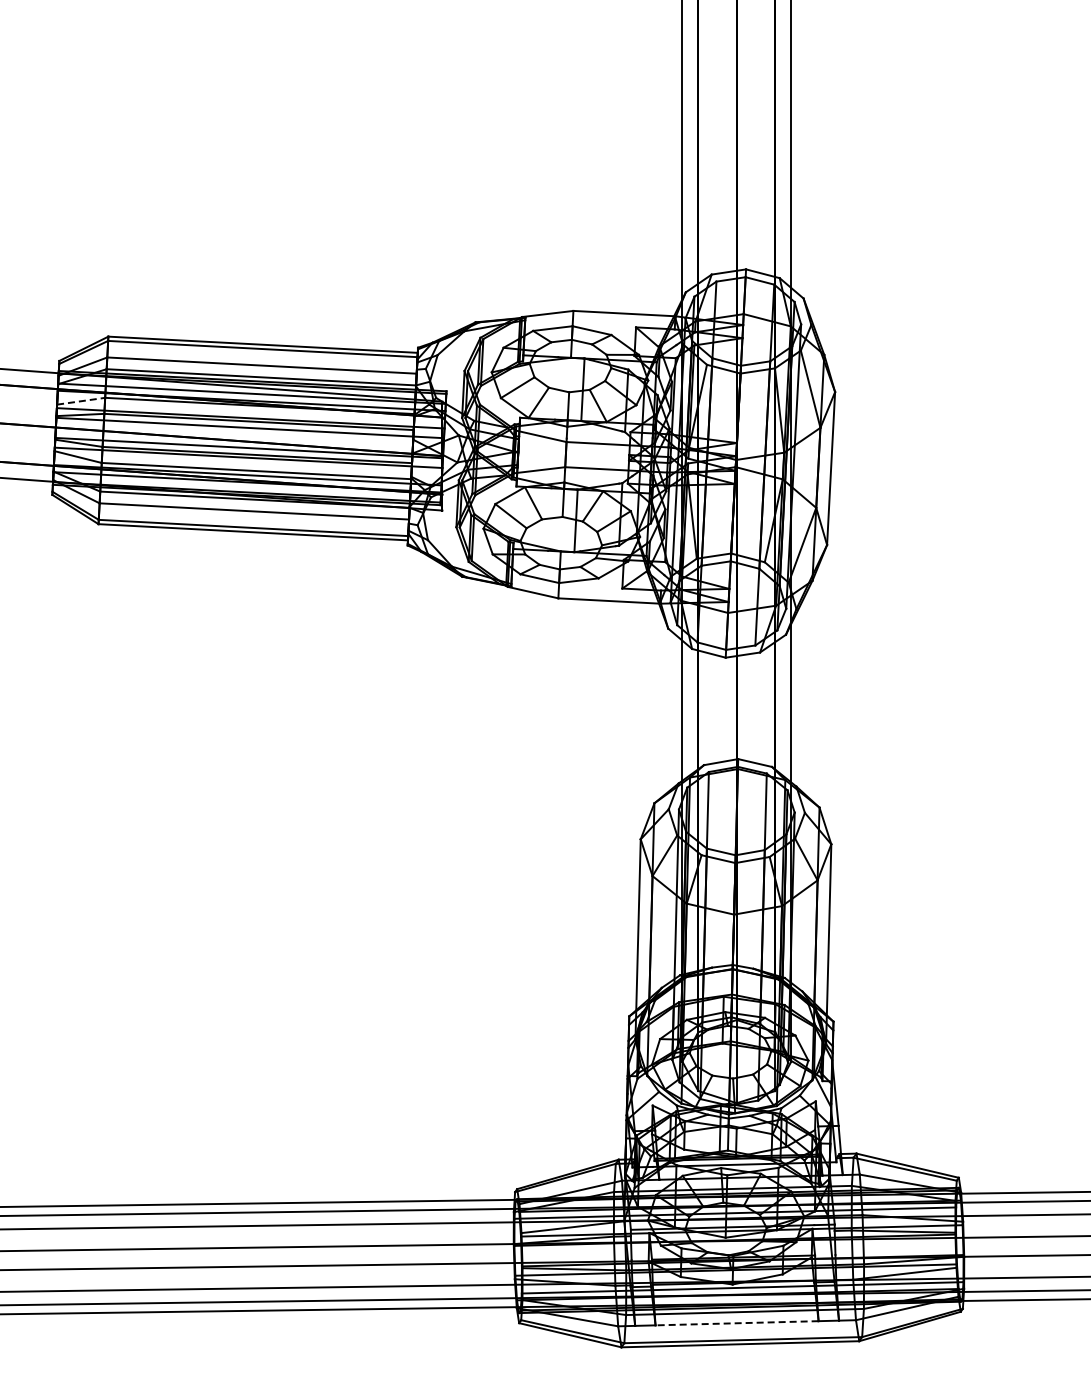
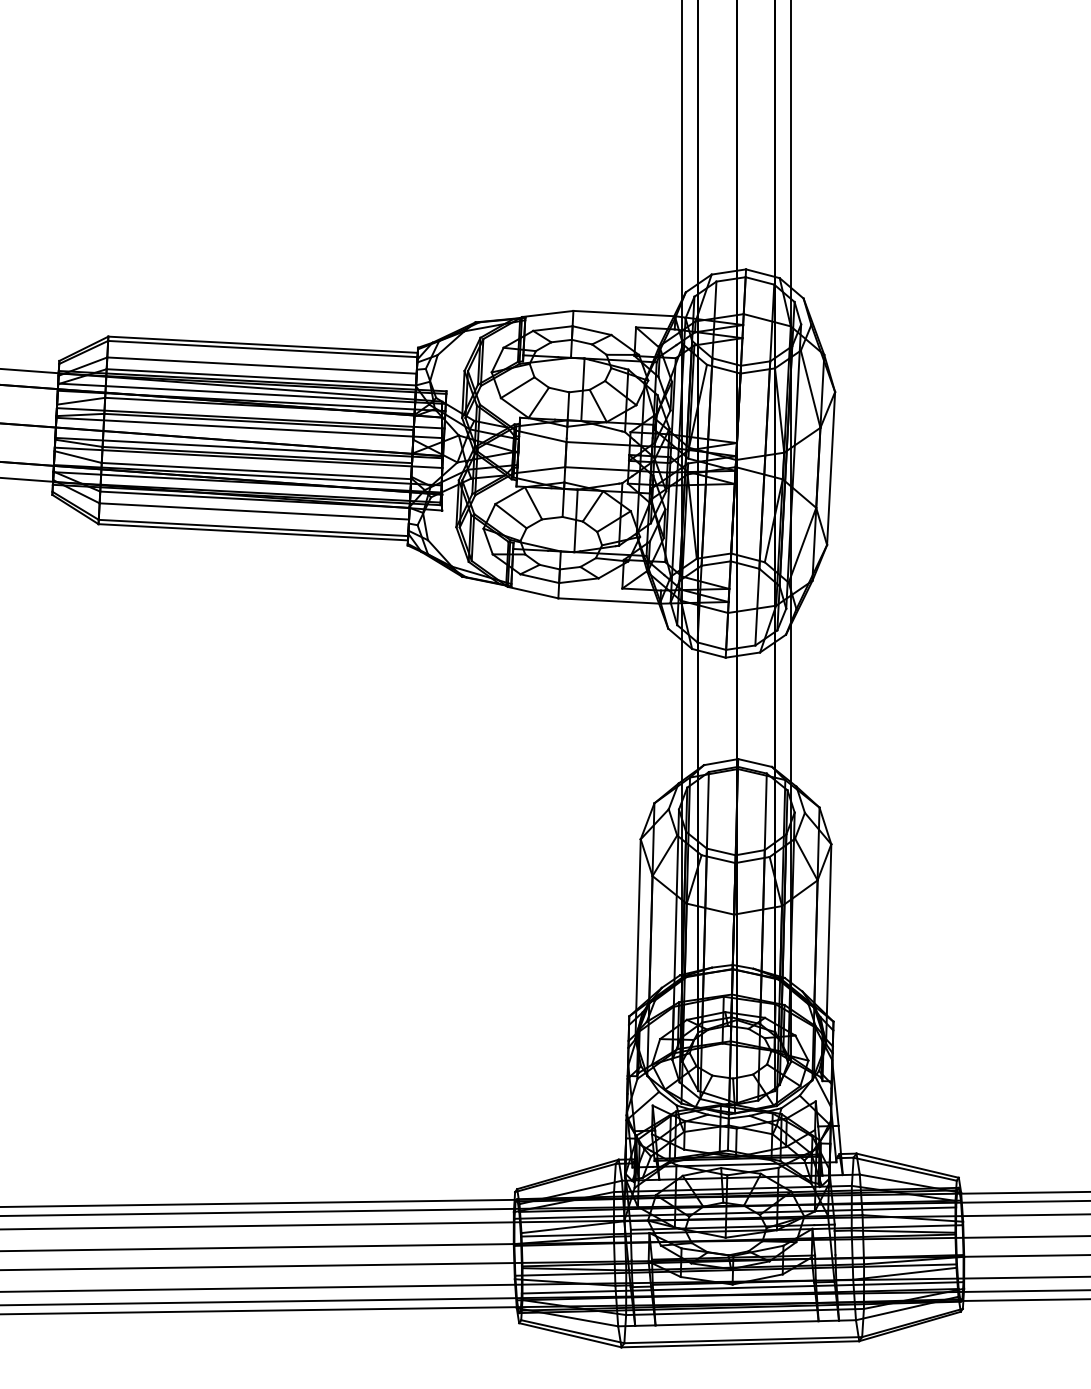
line at (81, 401): dashed -> solid
line at (737, 1323): dashed -> solid
